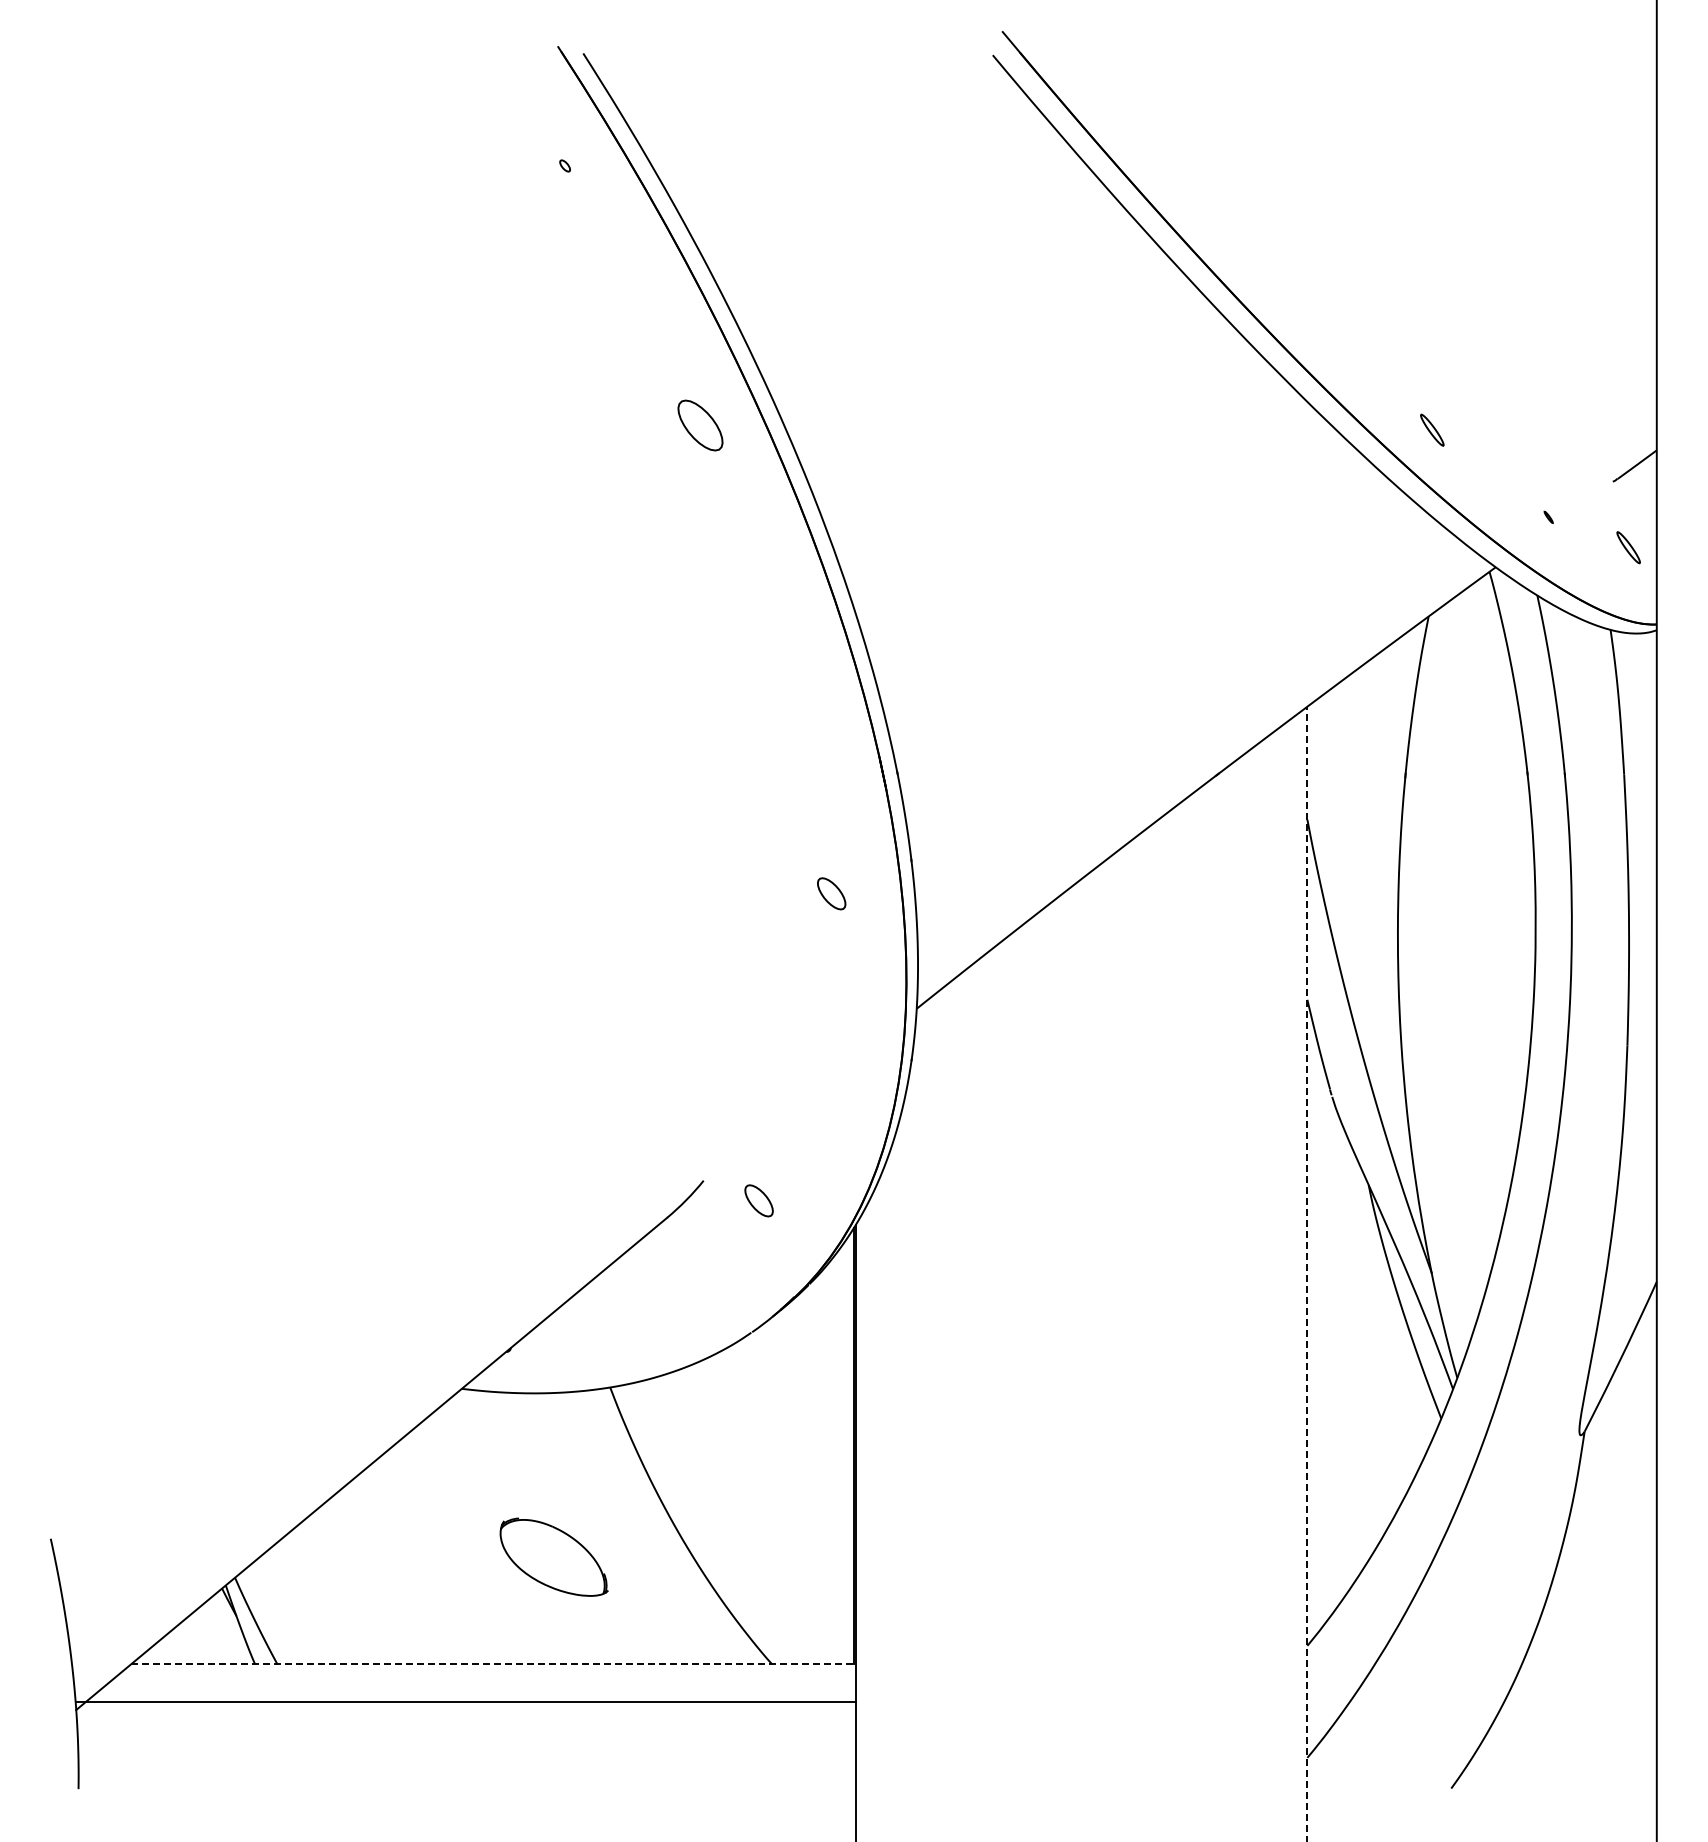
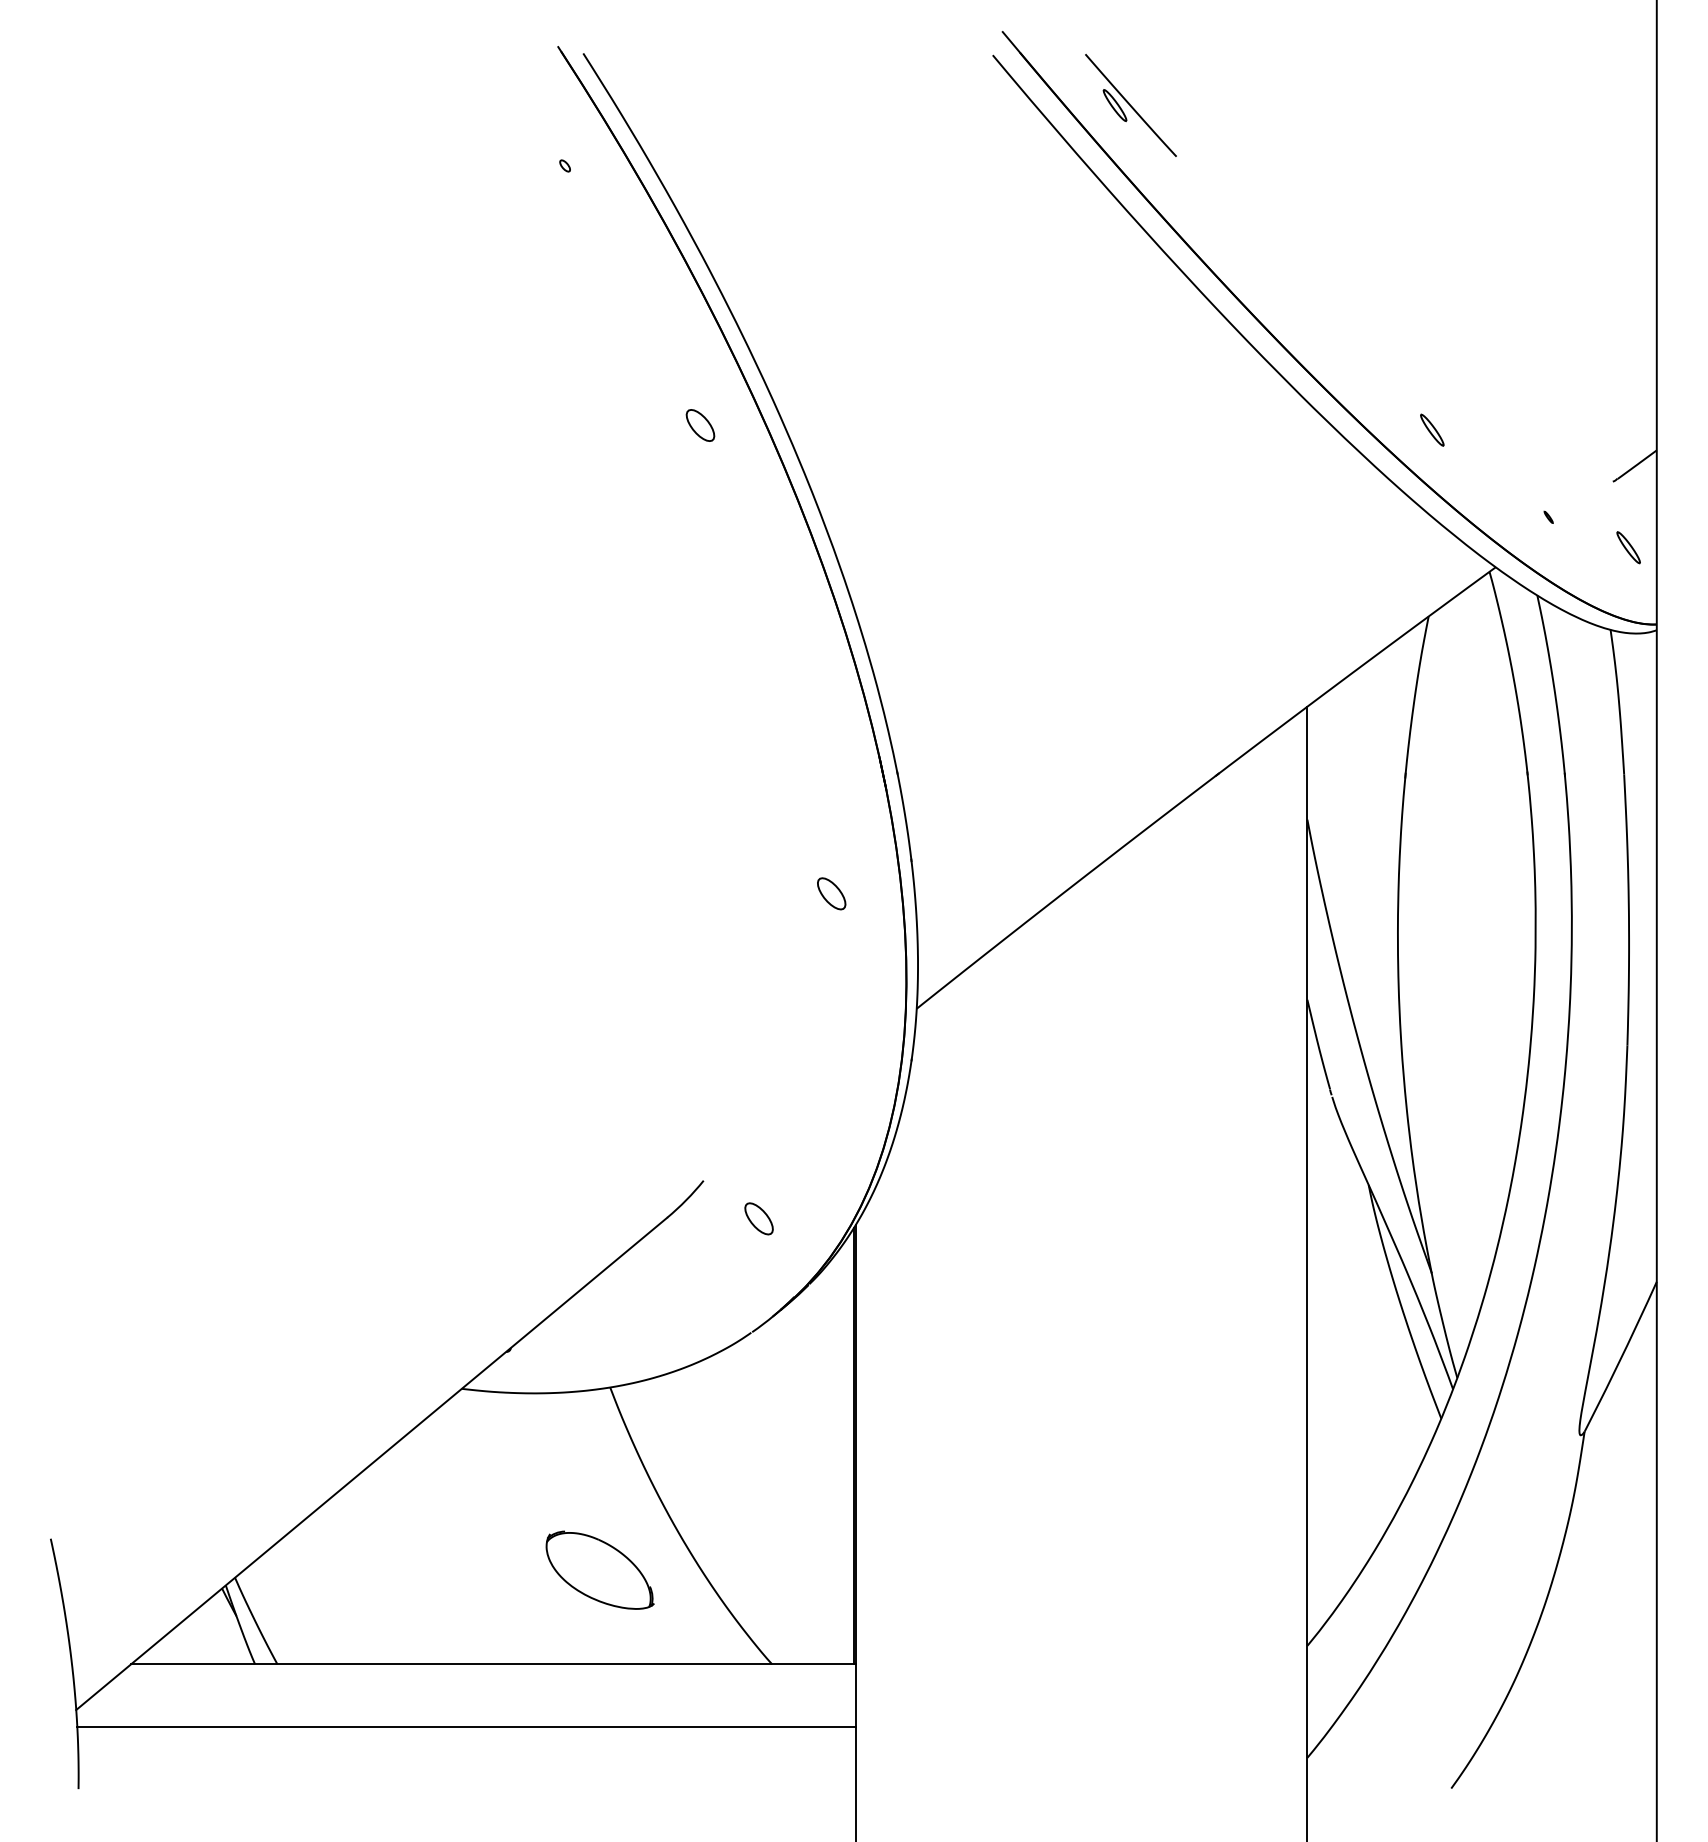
part at (1130, 105): none -> present
part at (700, 425) size: 47x53 px -> 31x33 px
part at (758, 1200) position: (758, 1200) -> (758, 1218)
line at (1307, 1273): dashed -> solid
part at (553, 1556) position: (553, 1556) -> (599, 1569)
line at (493, 1664): dashed -> solid
line at (466, 1701) position: (466, 1701) -> (466, 1726)
